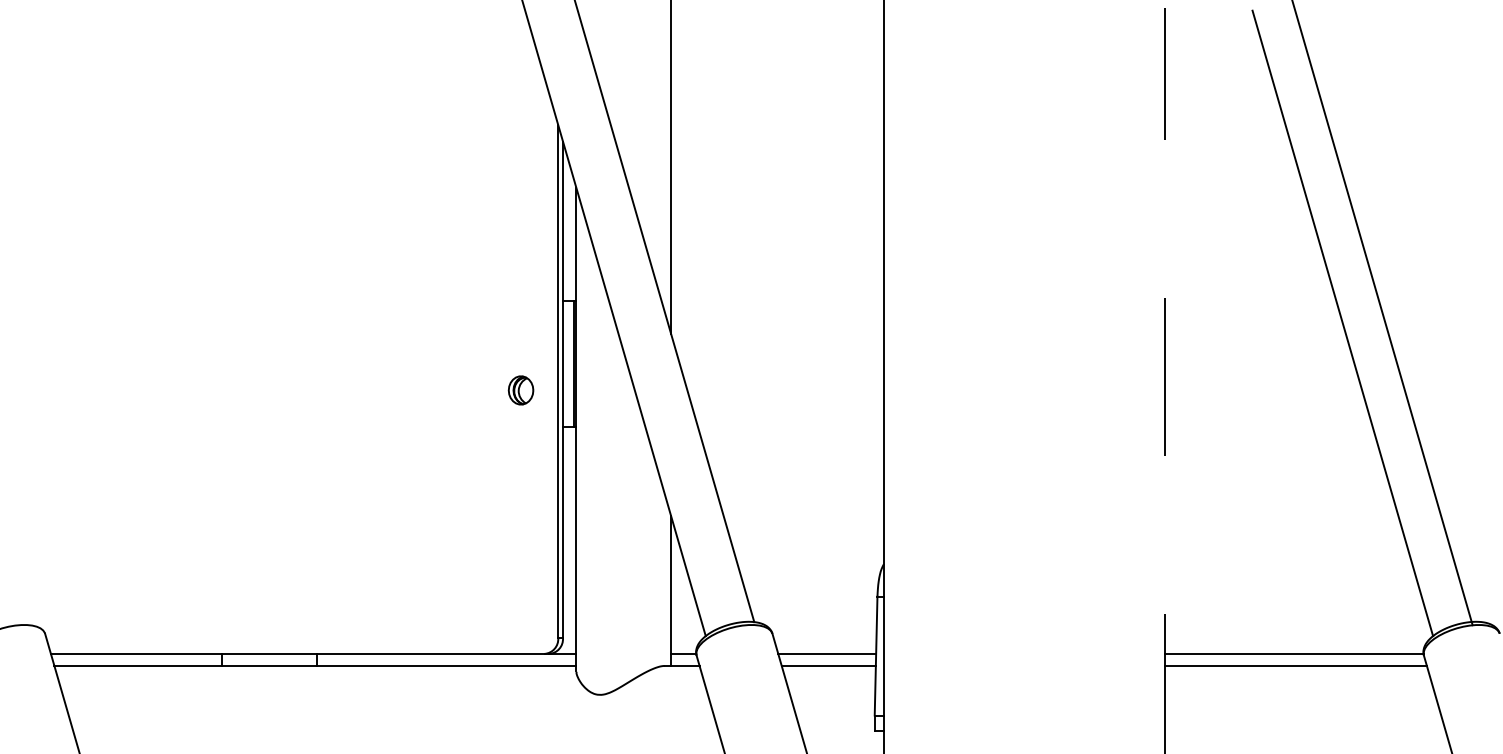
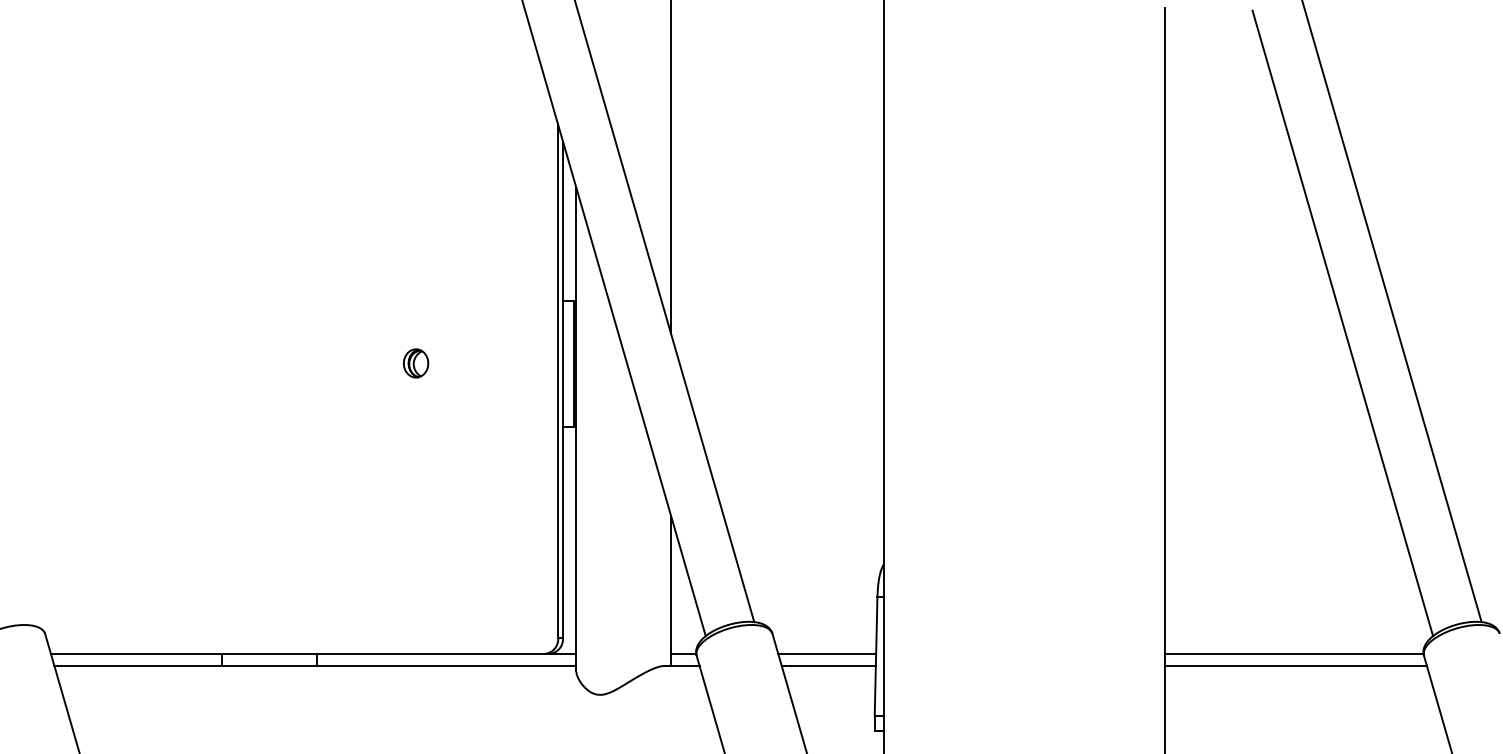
line at (1382, 313) position: (1382, 313) -> (1391, 312)
line at (1164, 381): dashed -> solid
part at (520, 390) position: (520, 390) -> (415, 363)
